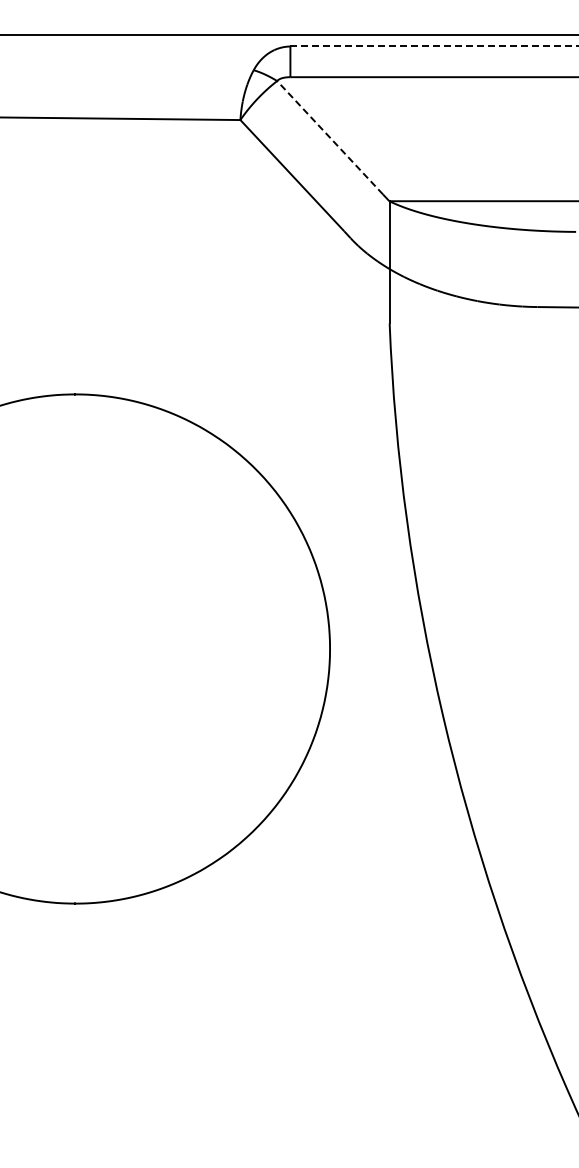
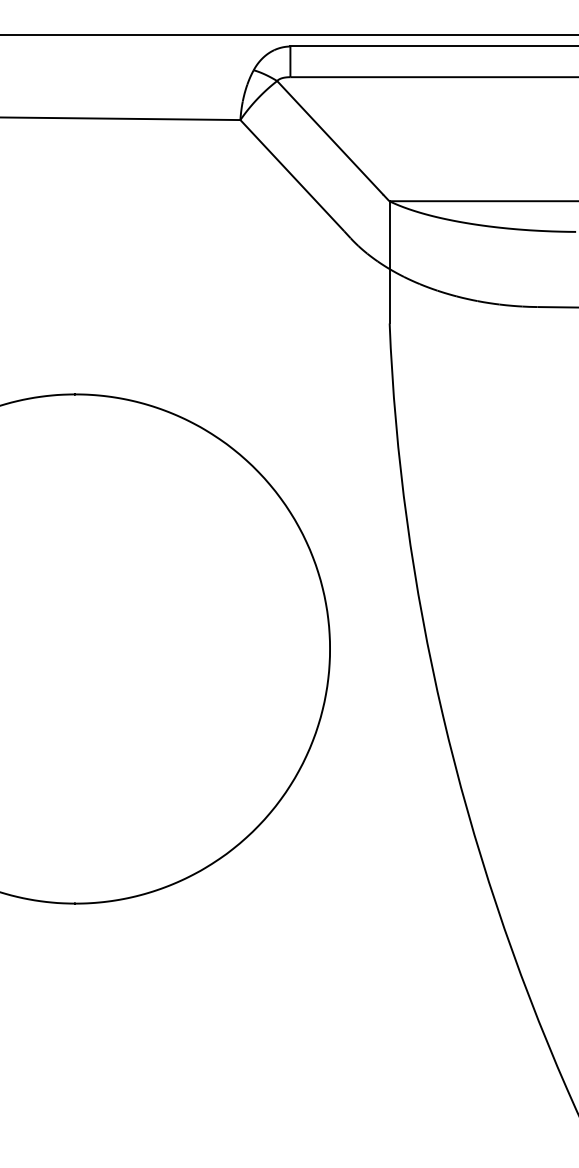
line at (434, 46): dashed -> solid
line at (330, 137): dashed -> solid
